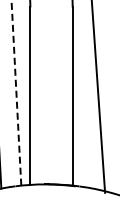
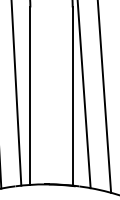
line at (16, 92): dashed -> solid
line at (83, 95): none -> present
line at (98, 97) position: (98, 97) -> (104, 97)
